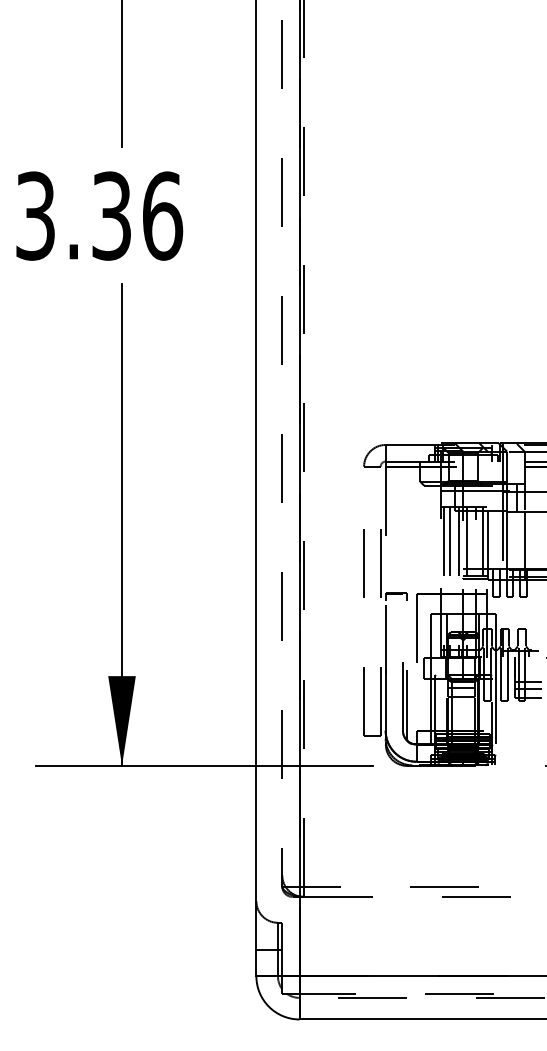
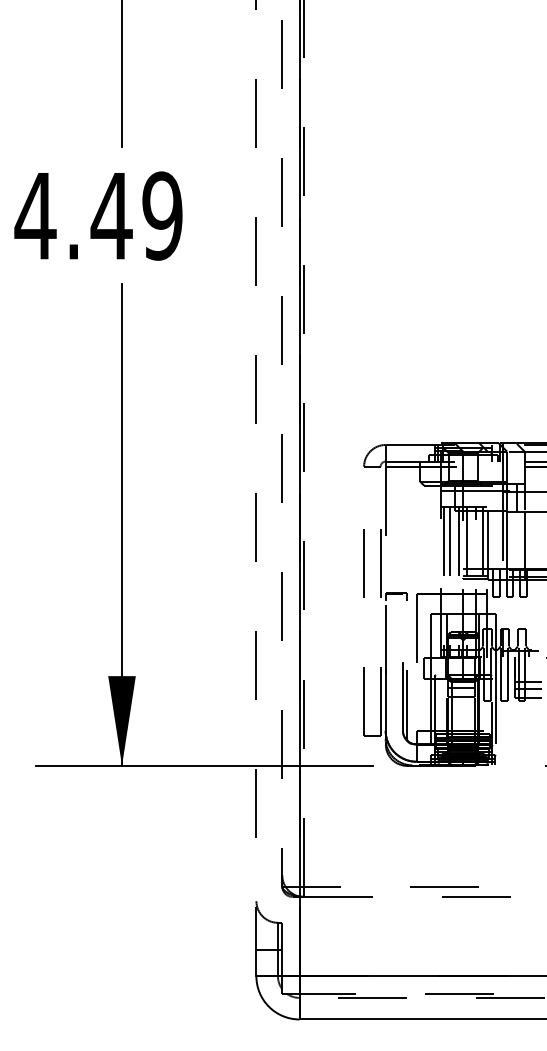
text at (98, 215): 3.36 -> 4.49
line at (256, 487): solid -> dashed
